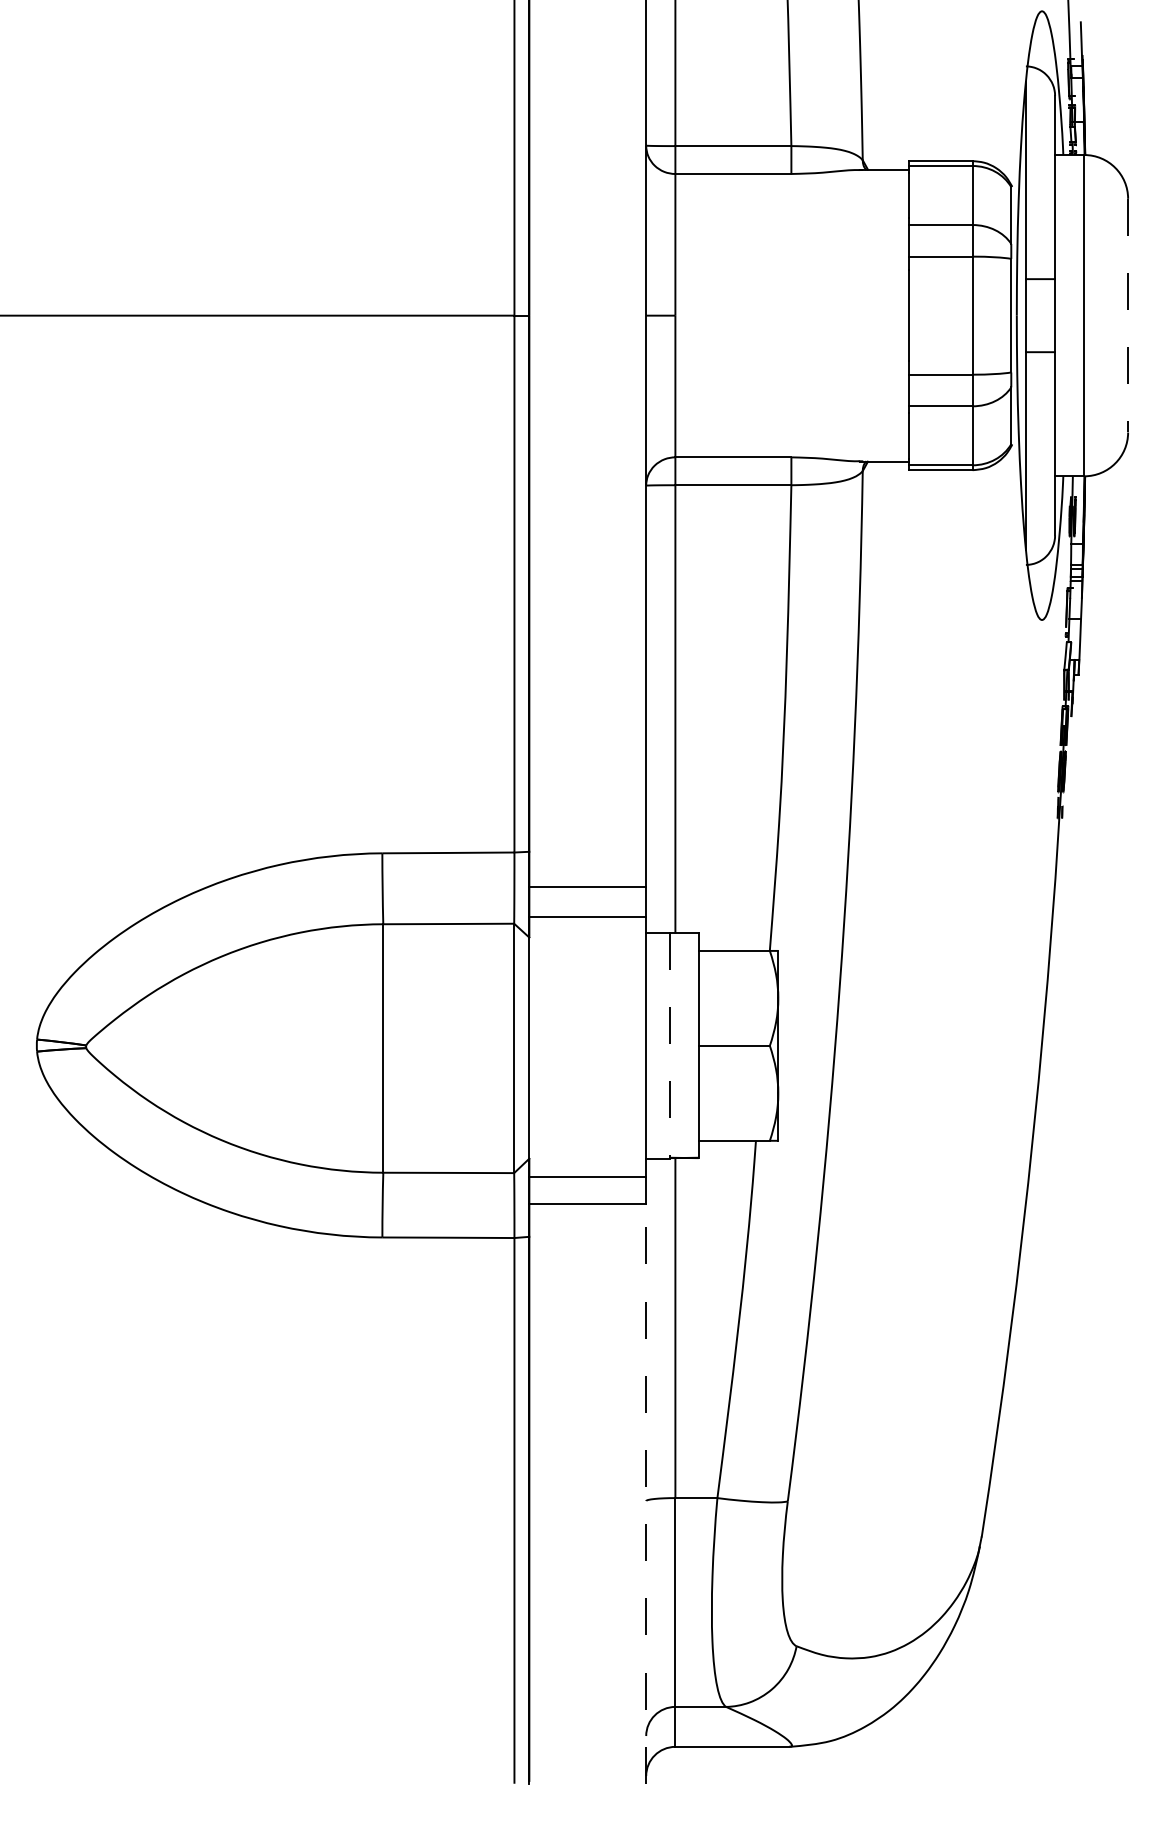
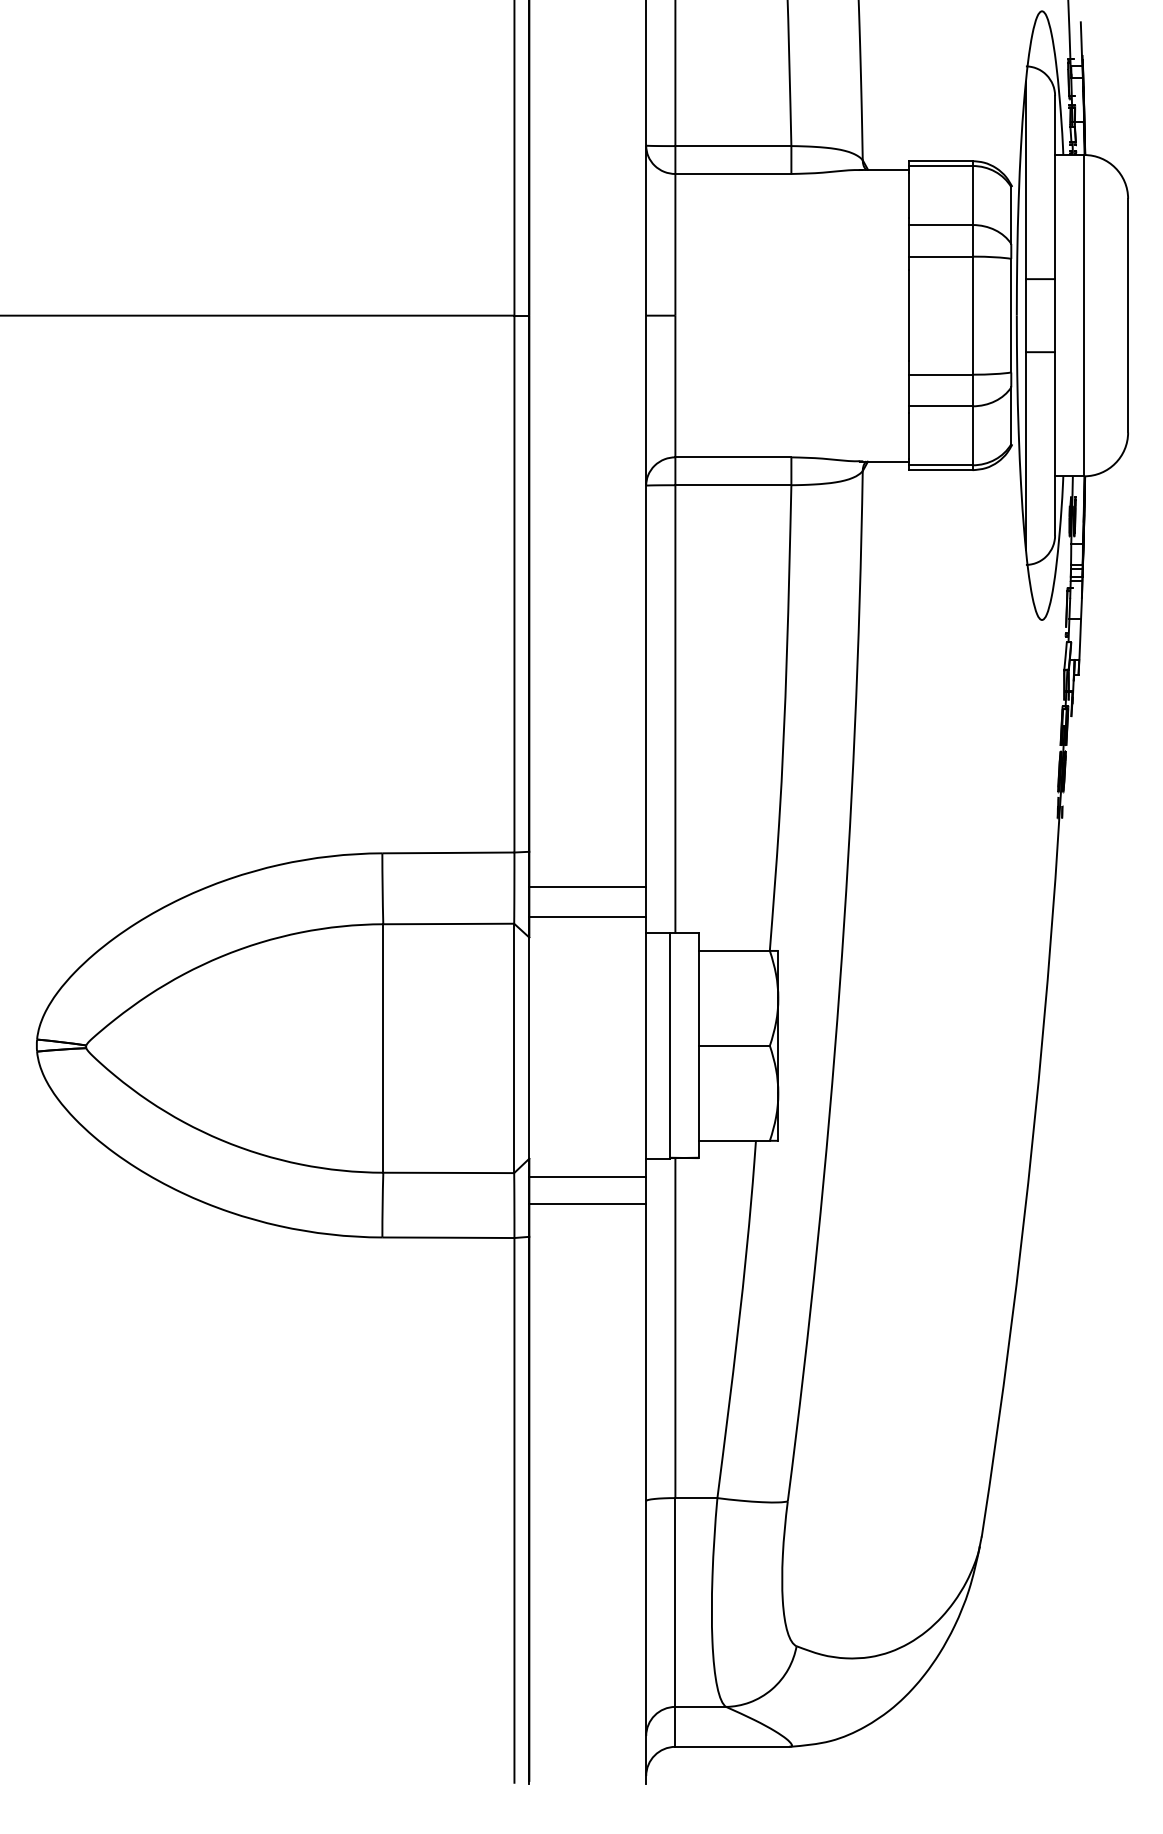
line at (1128, 315): dashed -> solid
line at (669, 1046): dashed -> solid
line at (646, 1493): dashed -> solid
